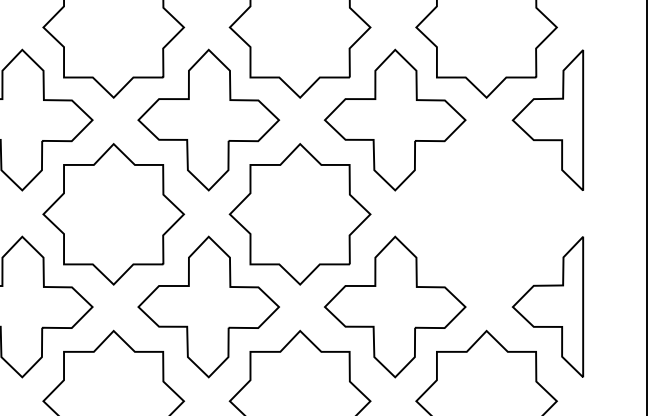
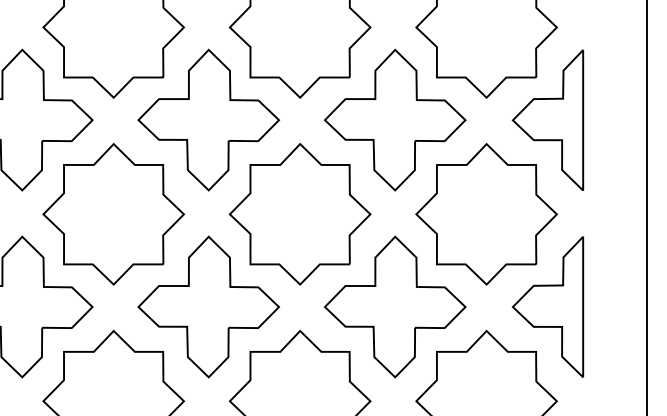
part at (486, 214): none -> present
